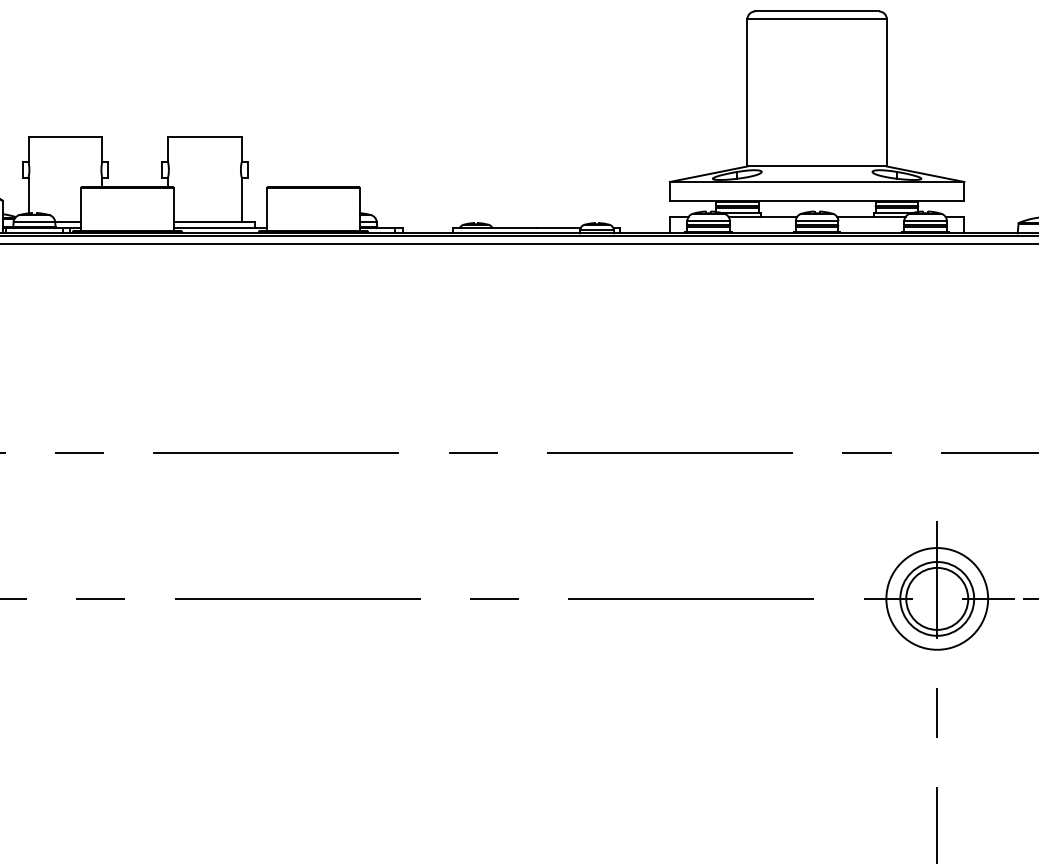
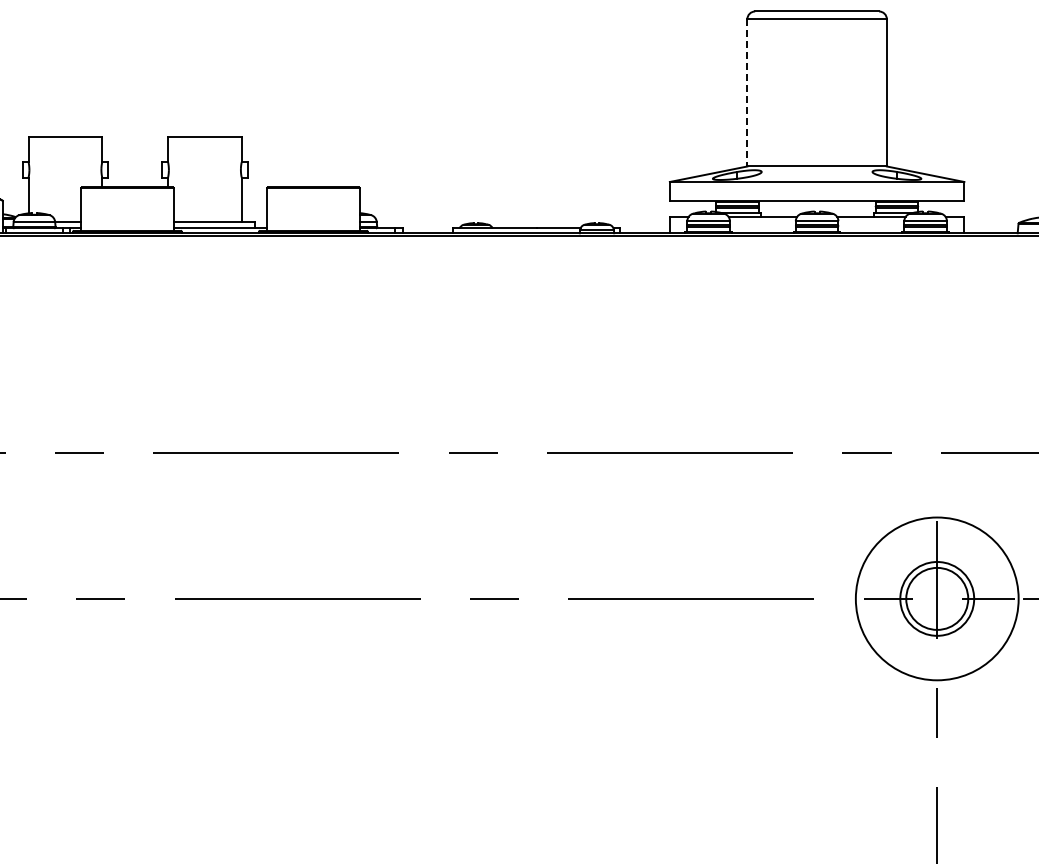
line at (747, 92): solid -> dashed
line at (518, 243): present -> none
circle at (937, 598) diameter: 102 px -> 163 px
